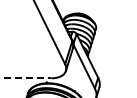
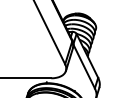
line at (26, 78): dashed -> solid
